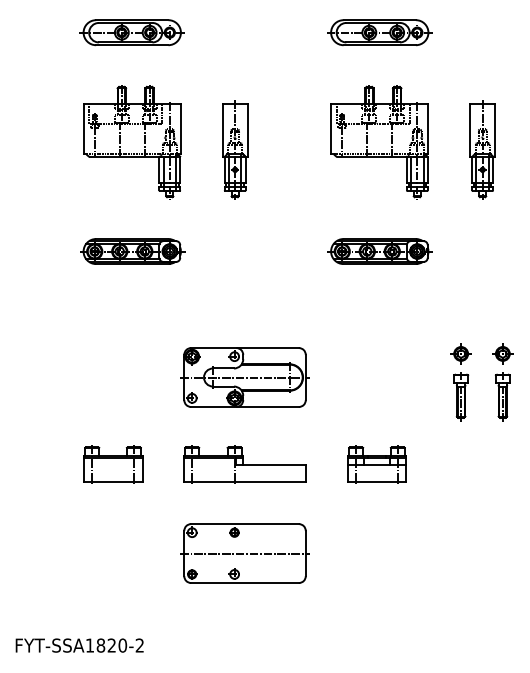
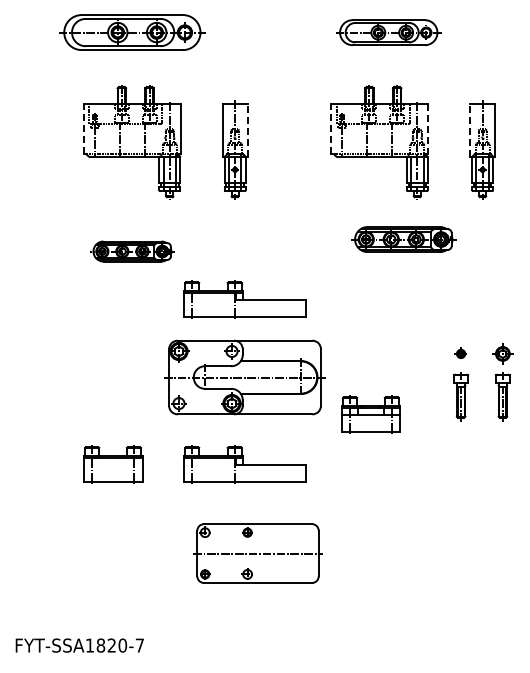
part at (131, 32) size: 106x28 px -> 147x37 px
part at (379, 32) position: (379, 32) -> (388, 32)
line at (83, 128): solid -> dashed
line at (331, 128): solid -> dashed
line at (428, 129): solid -> dashed
line at (247, 130): solid -> dashed
line at (470, 130): solid -> dashed
part at (132, 251) size: 106x27 px -> 85x23 px
part at (379, 251) position: (379, 251) -> (403, 239)
part at (244, 299): none -> present
part at (460, 353) size: 22x22 px -> 13x12 px
part at (244, 377) size: 130x61 px -> 162x77 px
part at (376, 464) position: (376, 464) -> (370, 414)
part at (244, 553) position: (244, 553) -> (257, 553)
text at (139, 645): FYT-SSA1820-2 -> FYT-SSA1820-7
